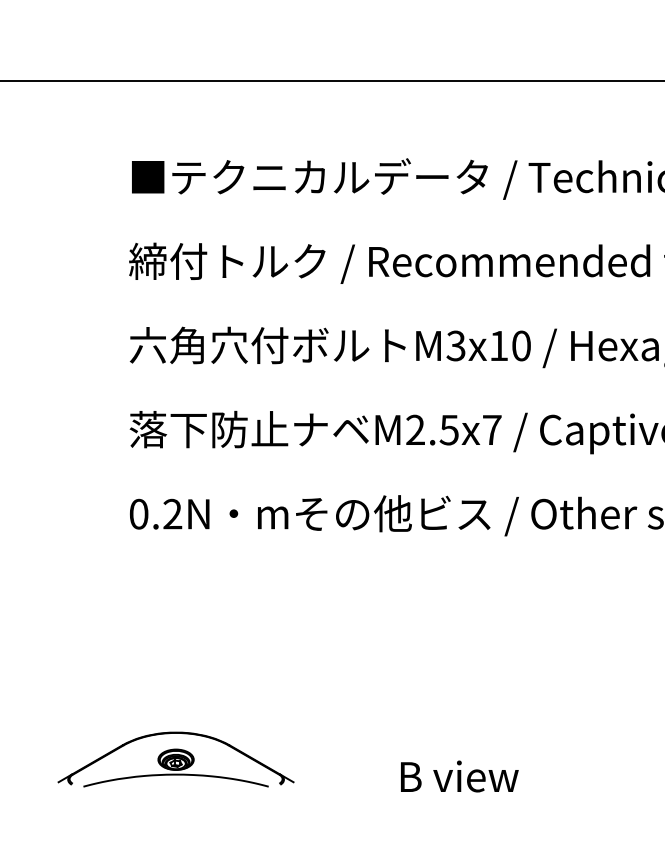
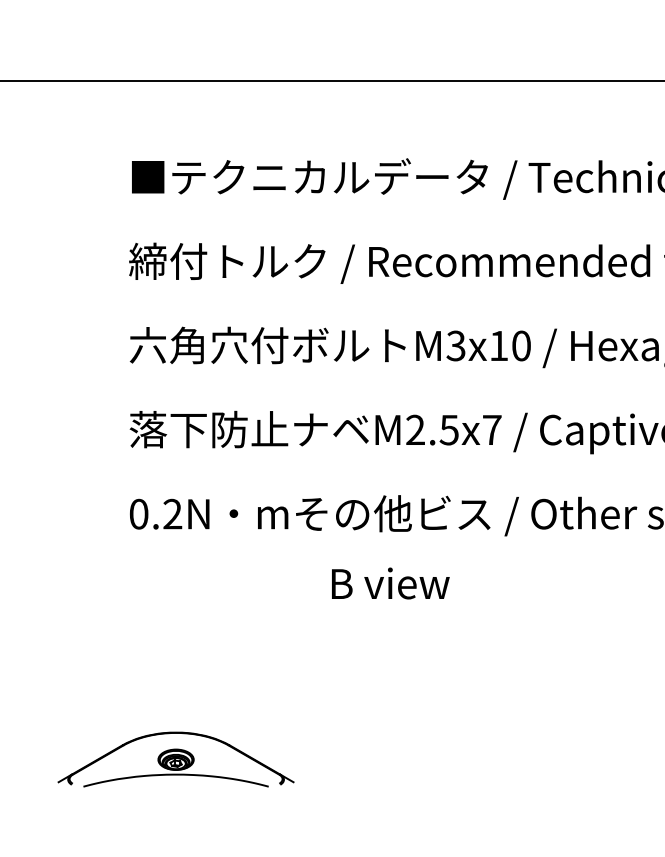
text at (459, 776) position: (459, 776) -> (390, 583)
